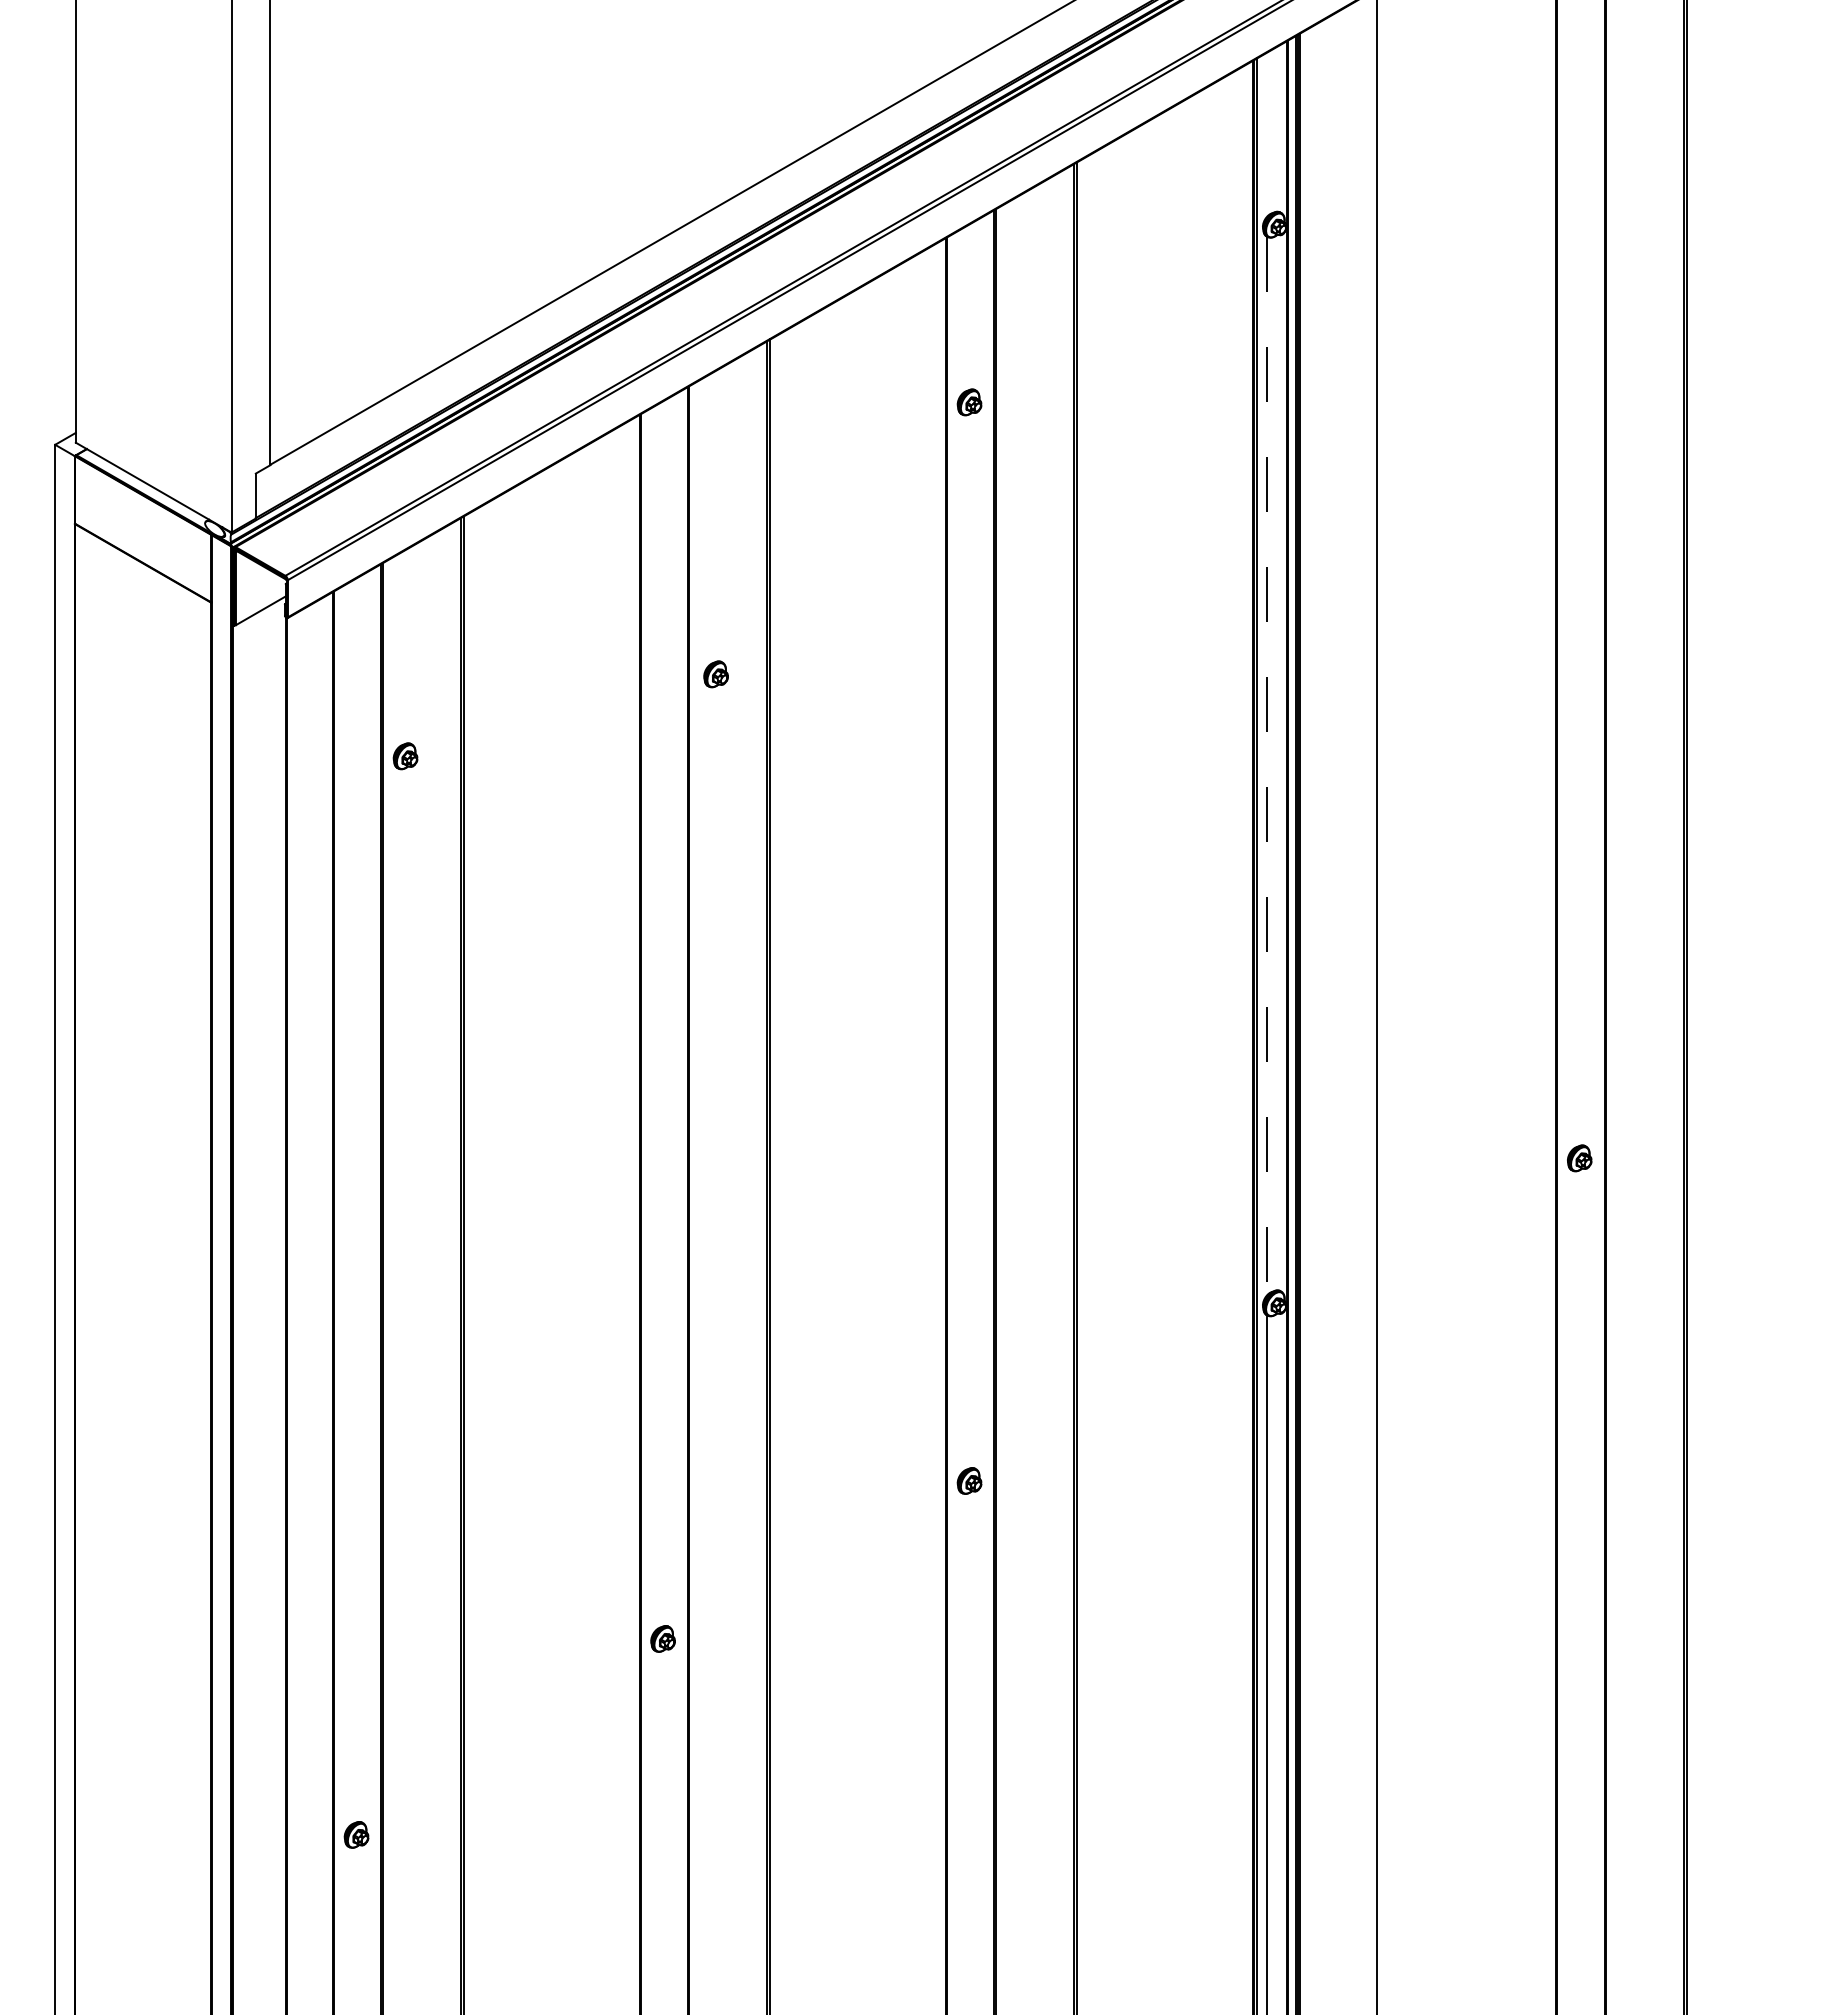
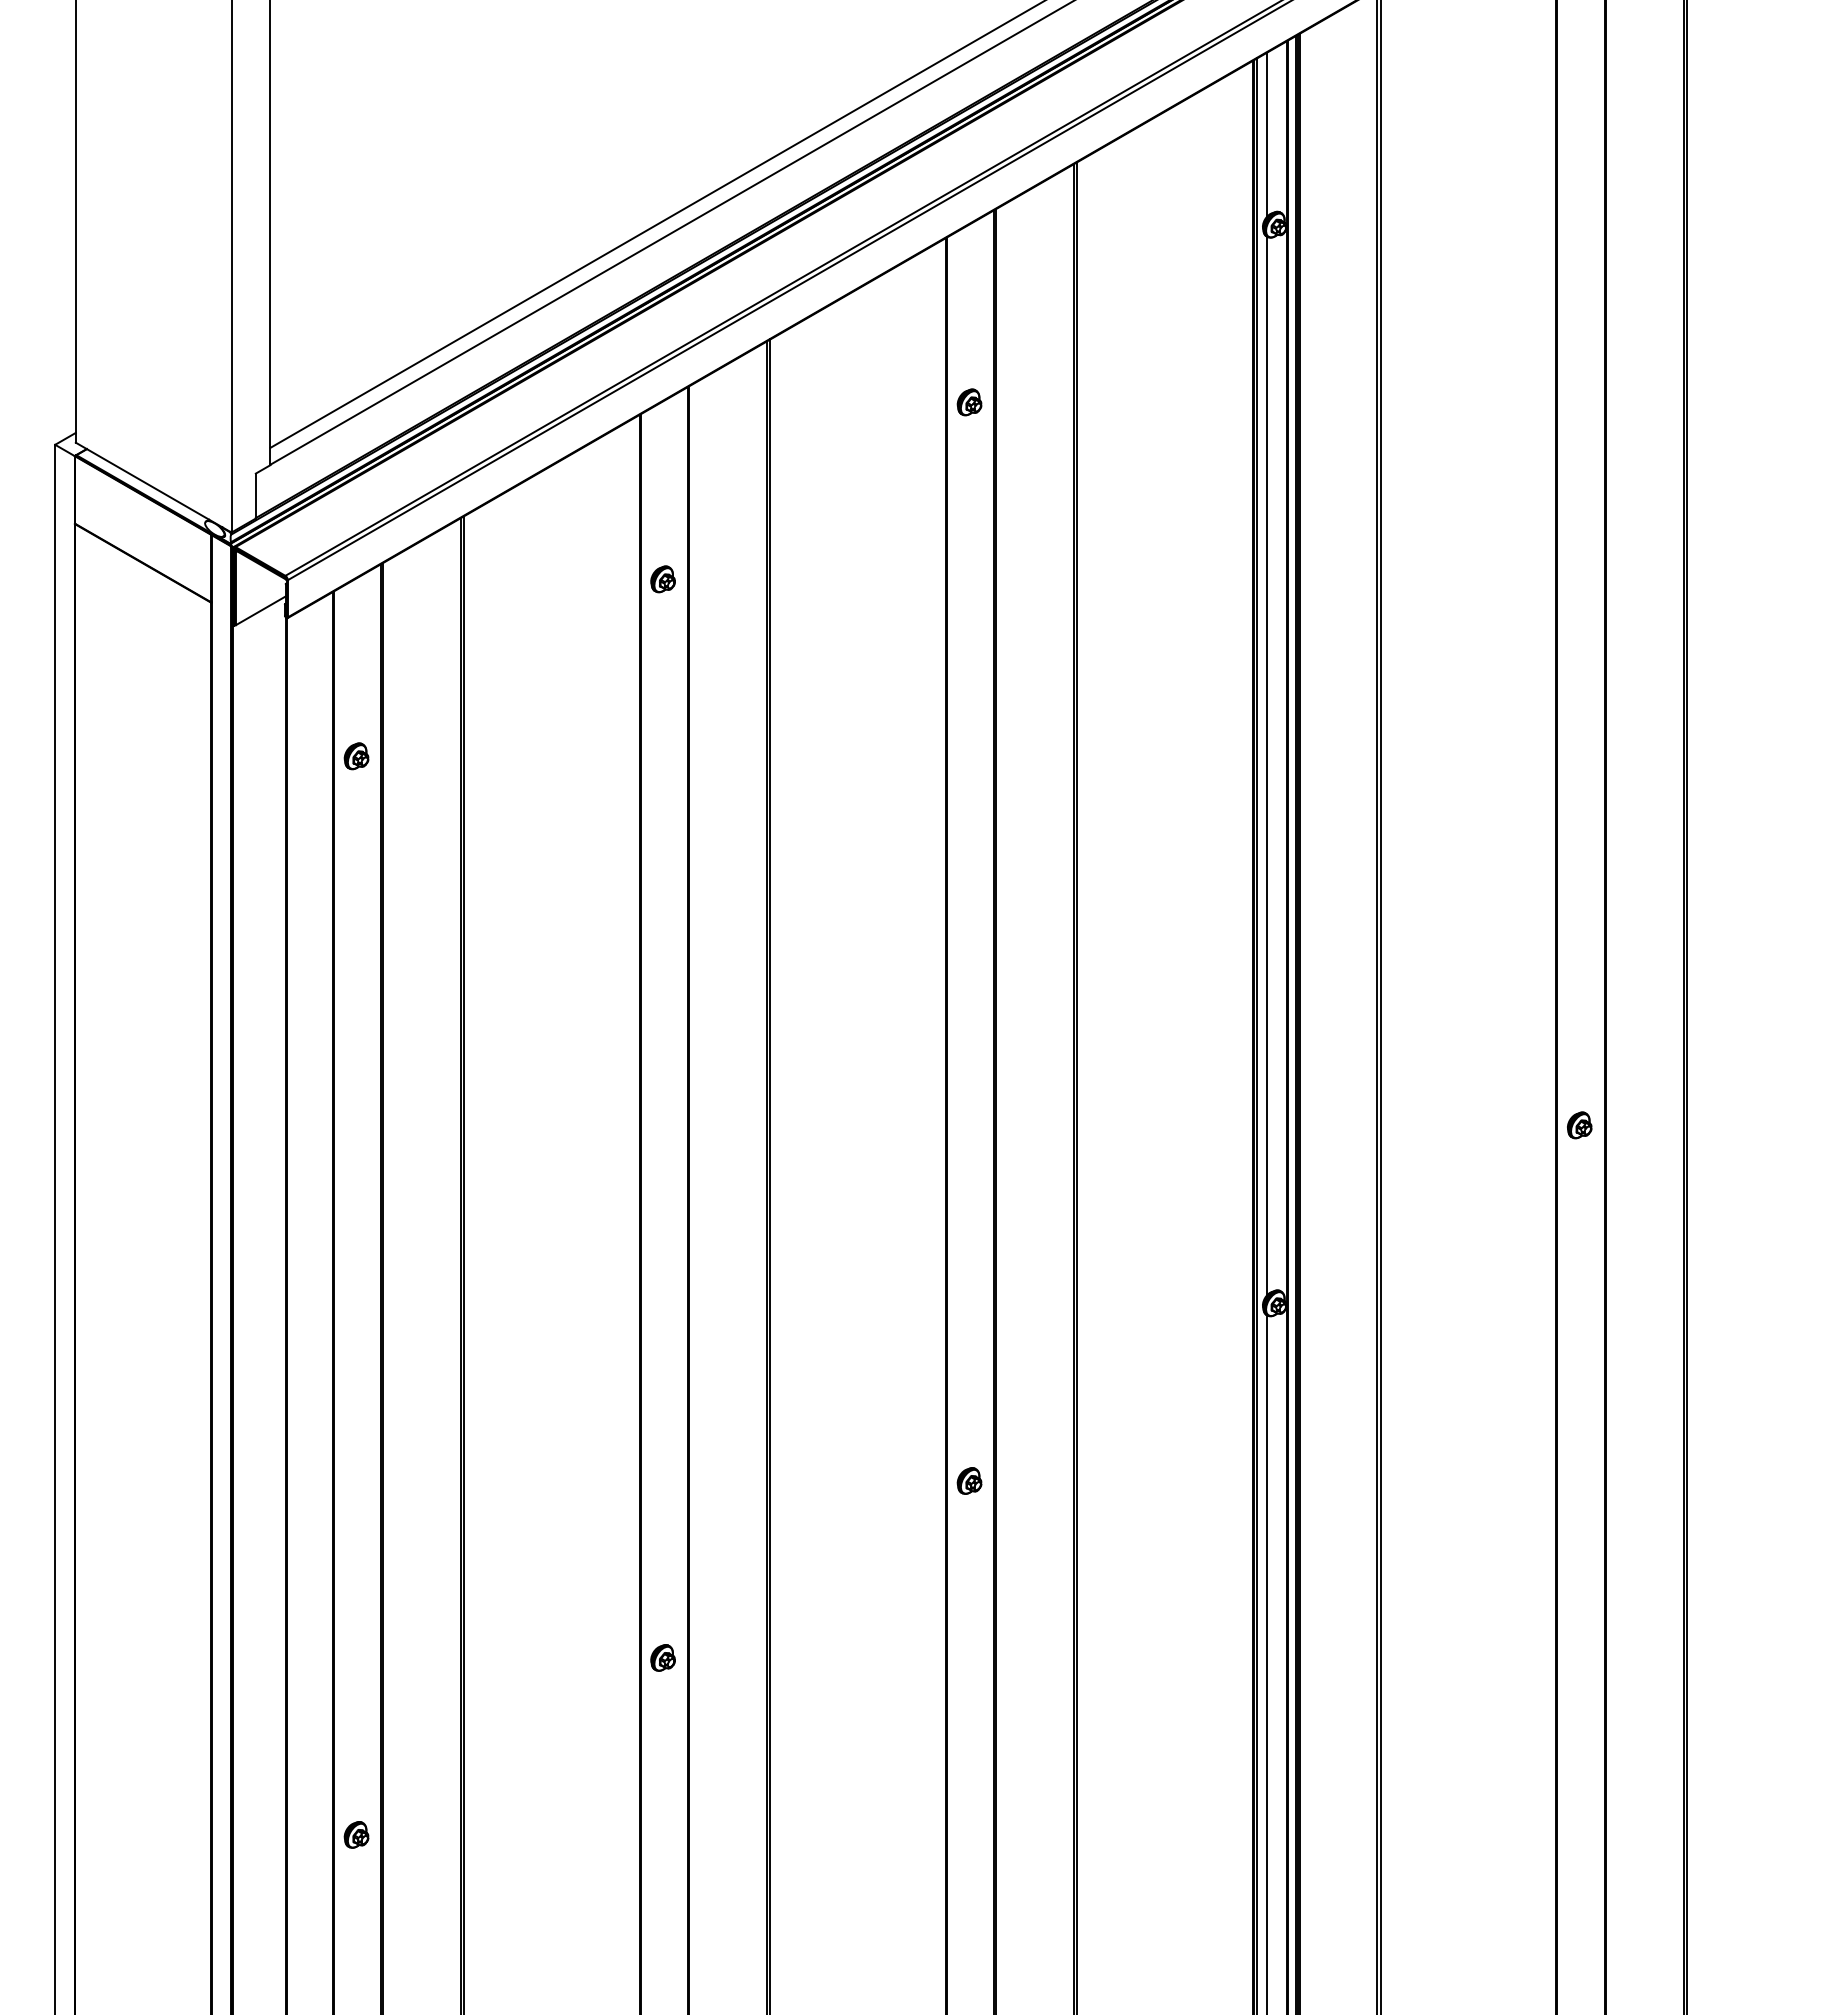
line at (1266, 134): none -> present
line at (656, 224): none -> present
part at (715, 674) position: (715, 674) -> (662, 579)
part at (405, 756) position: (405, 756) -> (356, 756)
line at (1266, 766): dashed -> solid
line at (1380, 1006): none -> present
part at (1579, 1158) position: (1579, 1158) -> (1579, 1125)
part at (662, 1638) position: (662, 1638) -> (662, 1657)
